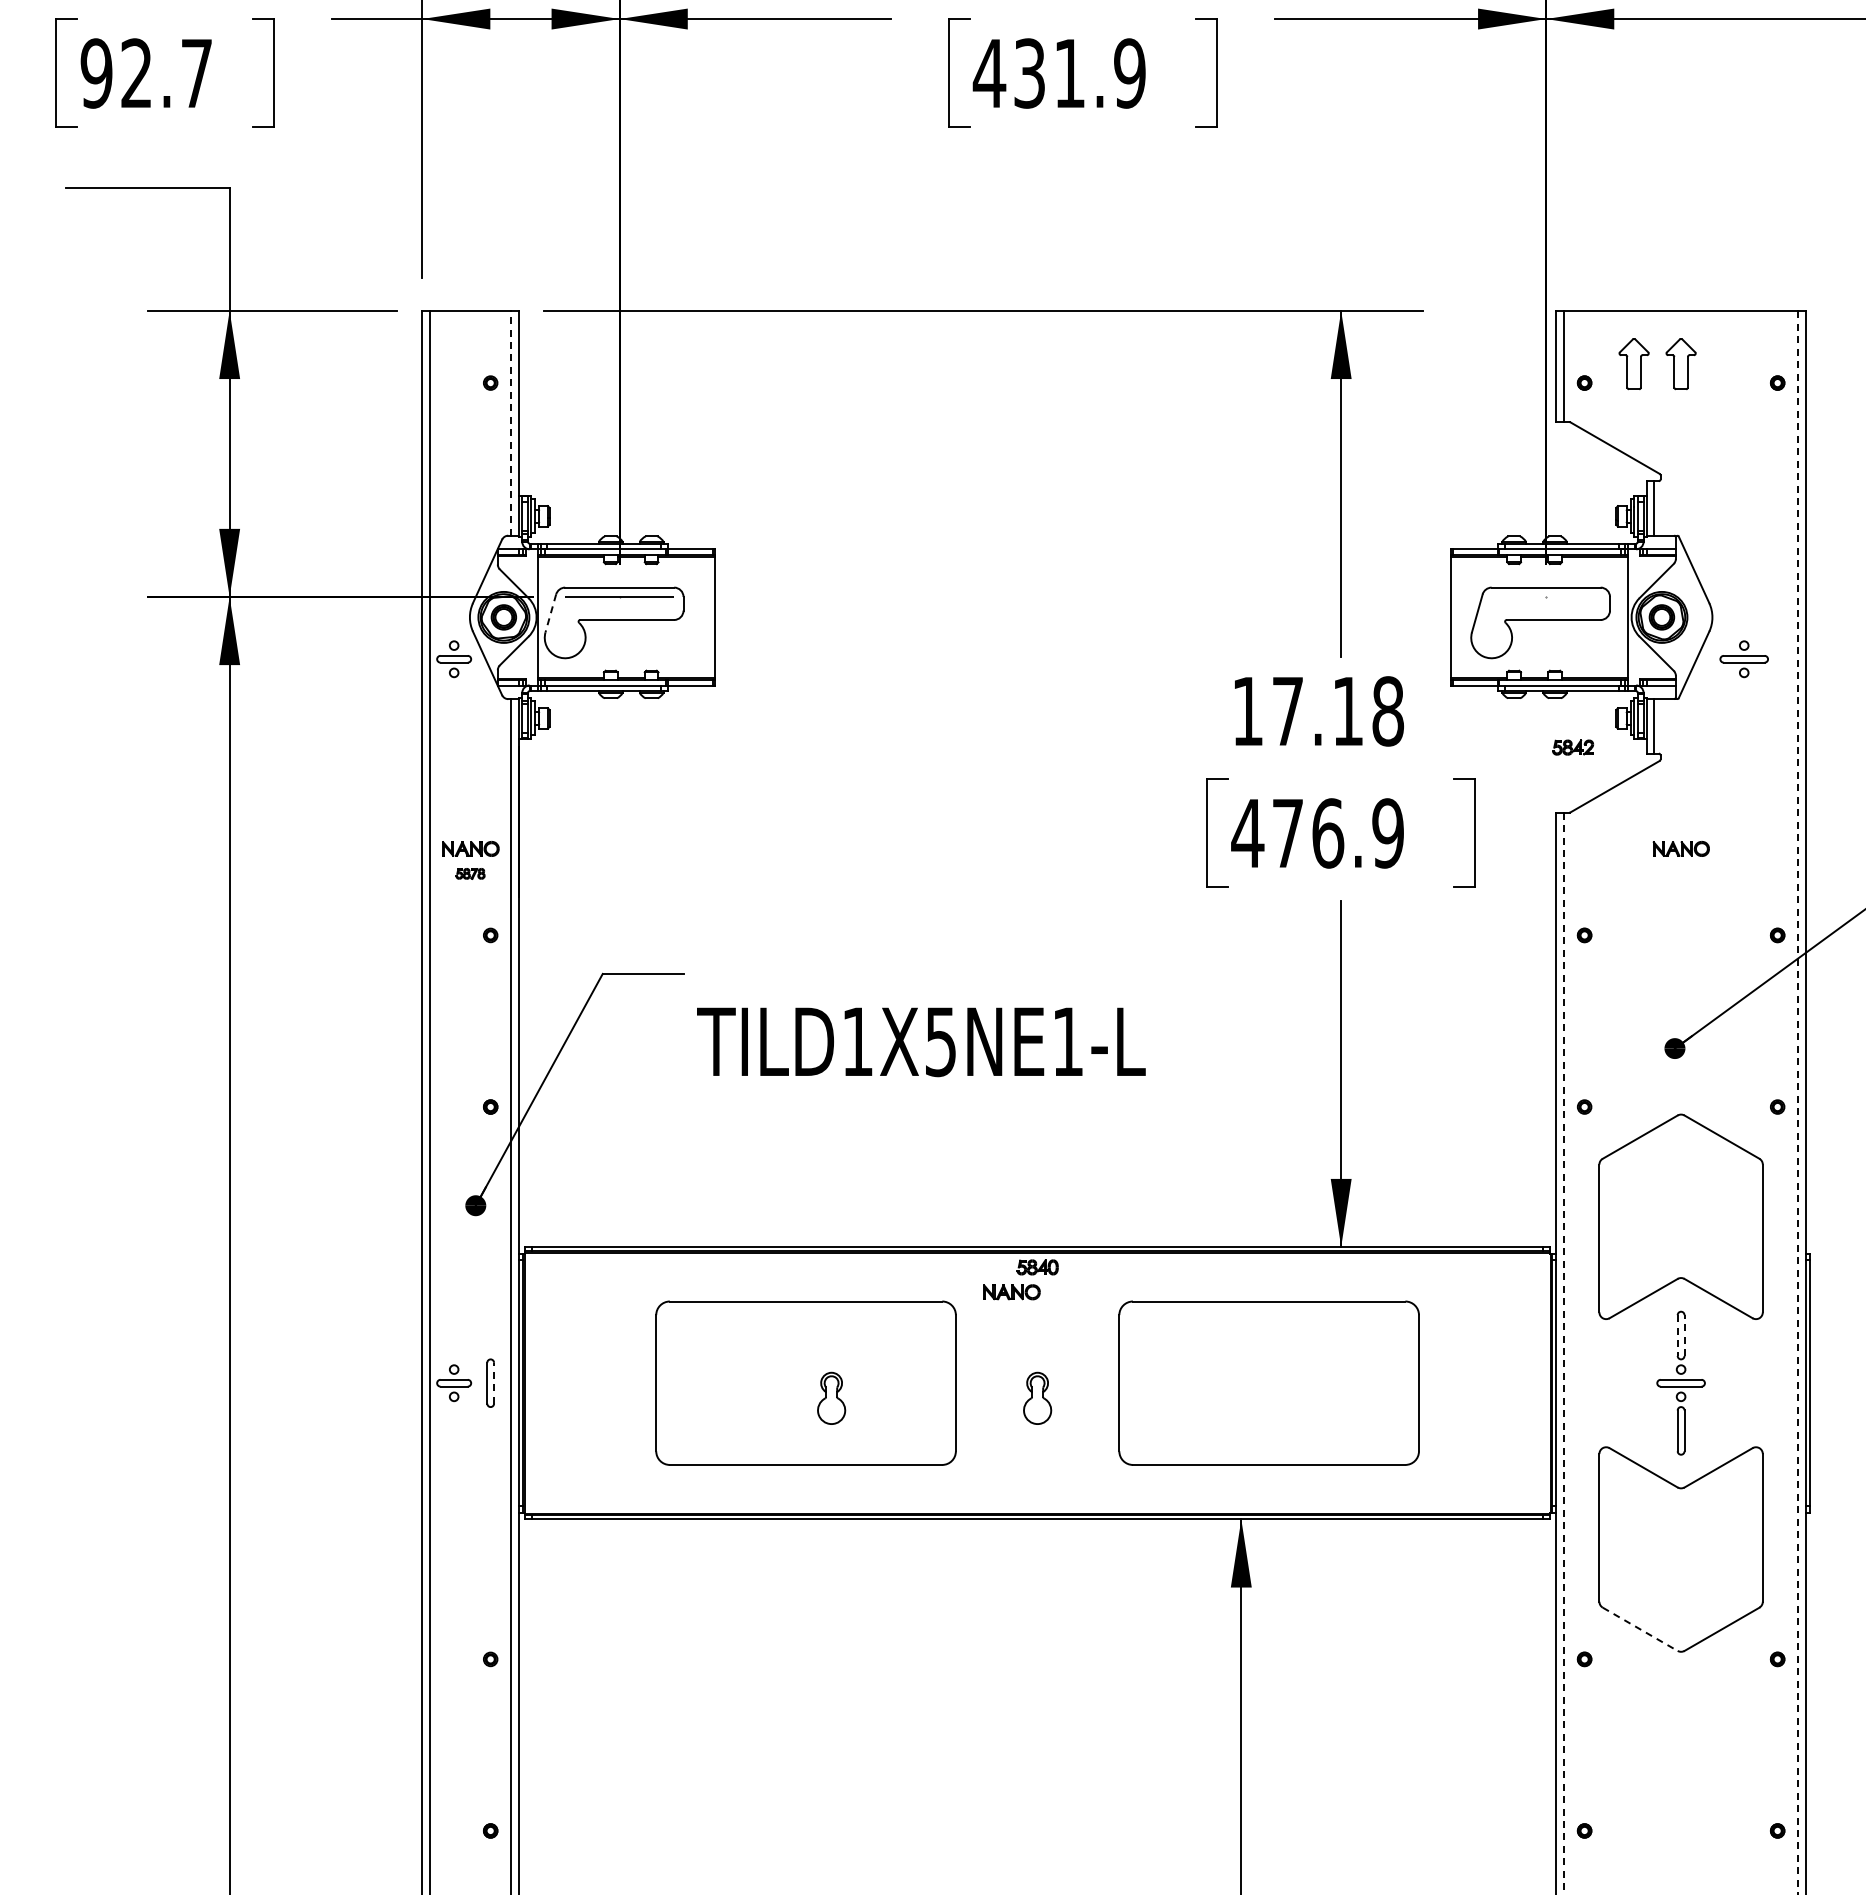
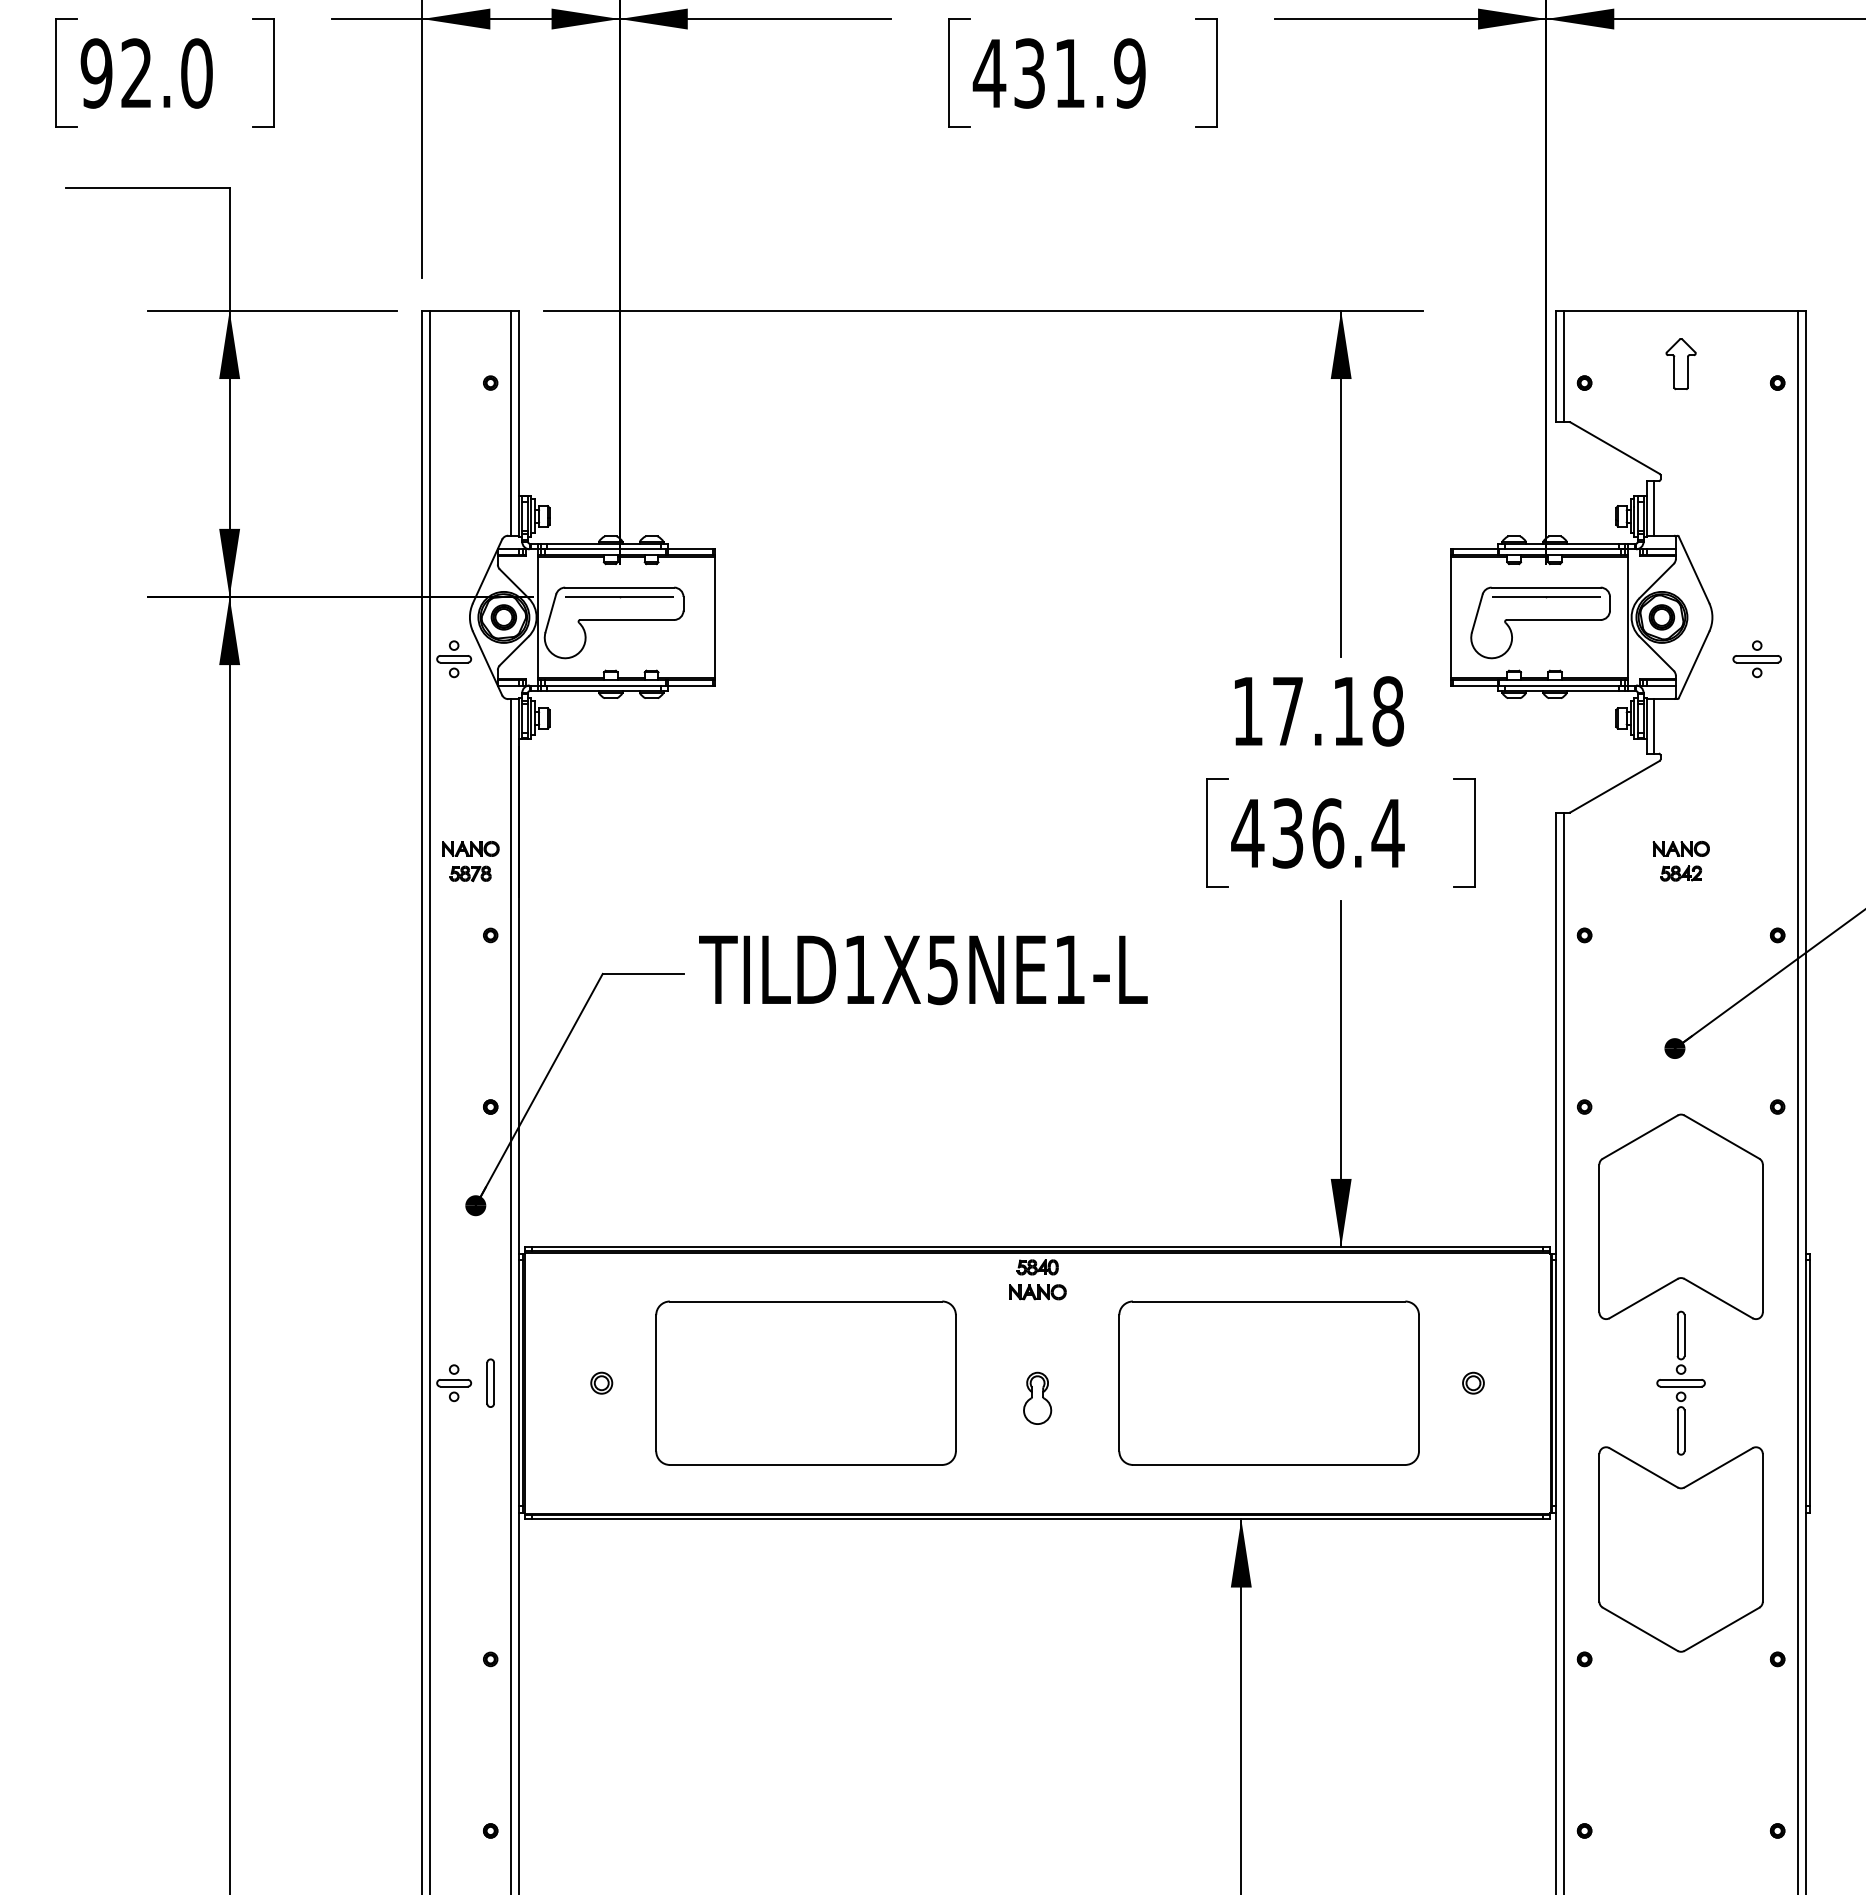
text at (196, 73): 92.7 -> 92.0
part at (1633, 364): present -> none
line at (511, 422): dashed -> solid
line at (1545, 597): none -> present
line at (550, 613): dashed -> solid
part at (1743, 659) position: (1743, 659) -> (1756, 659)
part at (1573, 747) position: (1573, 747) -> (1681, 873)
text at (1338, 833): 476.9 -> 436.4
part at (470, 873) size: 31x12 px -> 43x18 px
text at (921, 1042) position: (921, 1042) -> (923, 970)
line at (1798, 1102): dashed -> solid
part at (1011, 1292) position: (1011, 1292) -> (1037, 1292)
line at (1684, 1335): dashed -> solid
line at (1677, 1336): dashed -> solid
line at (1563, 1353): dashed -> solid
line at (494, 1382): dashed -> solid
part at (601, 1382): none -> present
part at (1473, 1382): none -> present
part at (831, 1397): present -> none
line at (1640, 1629): dashed -> solid
